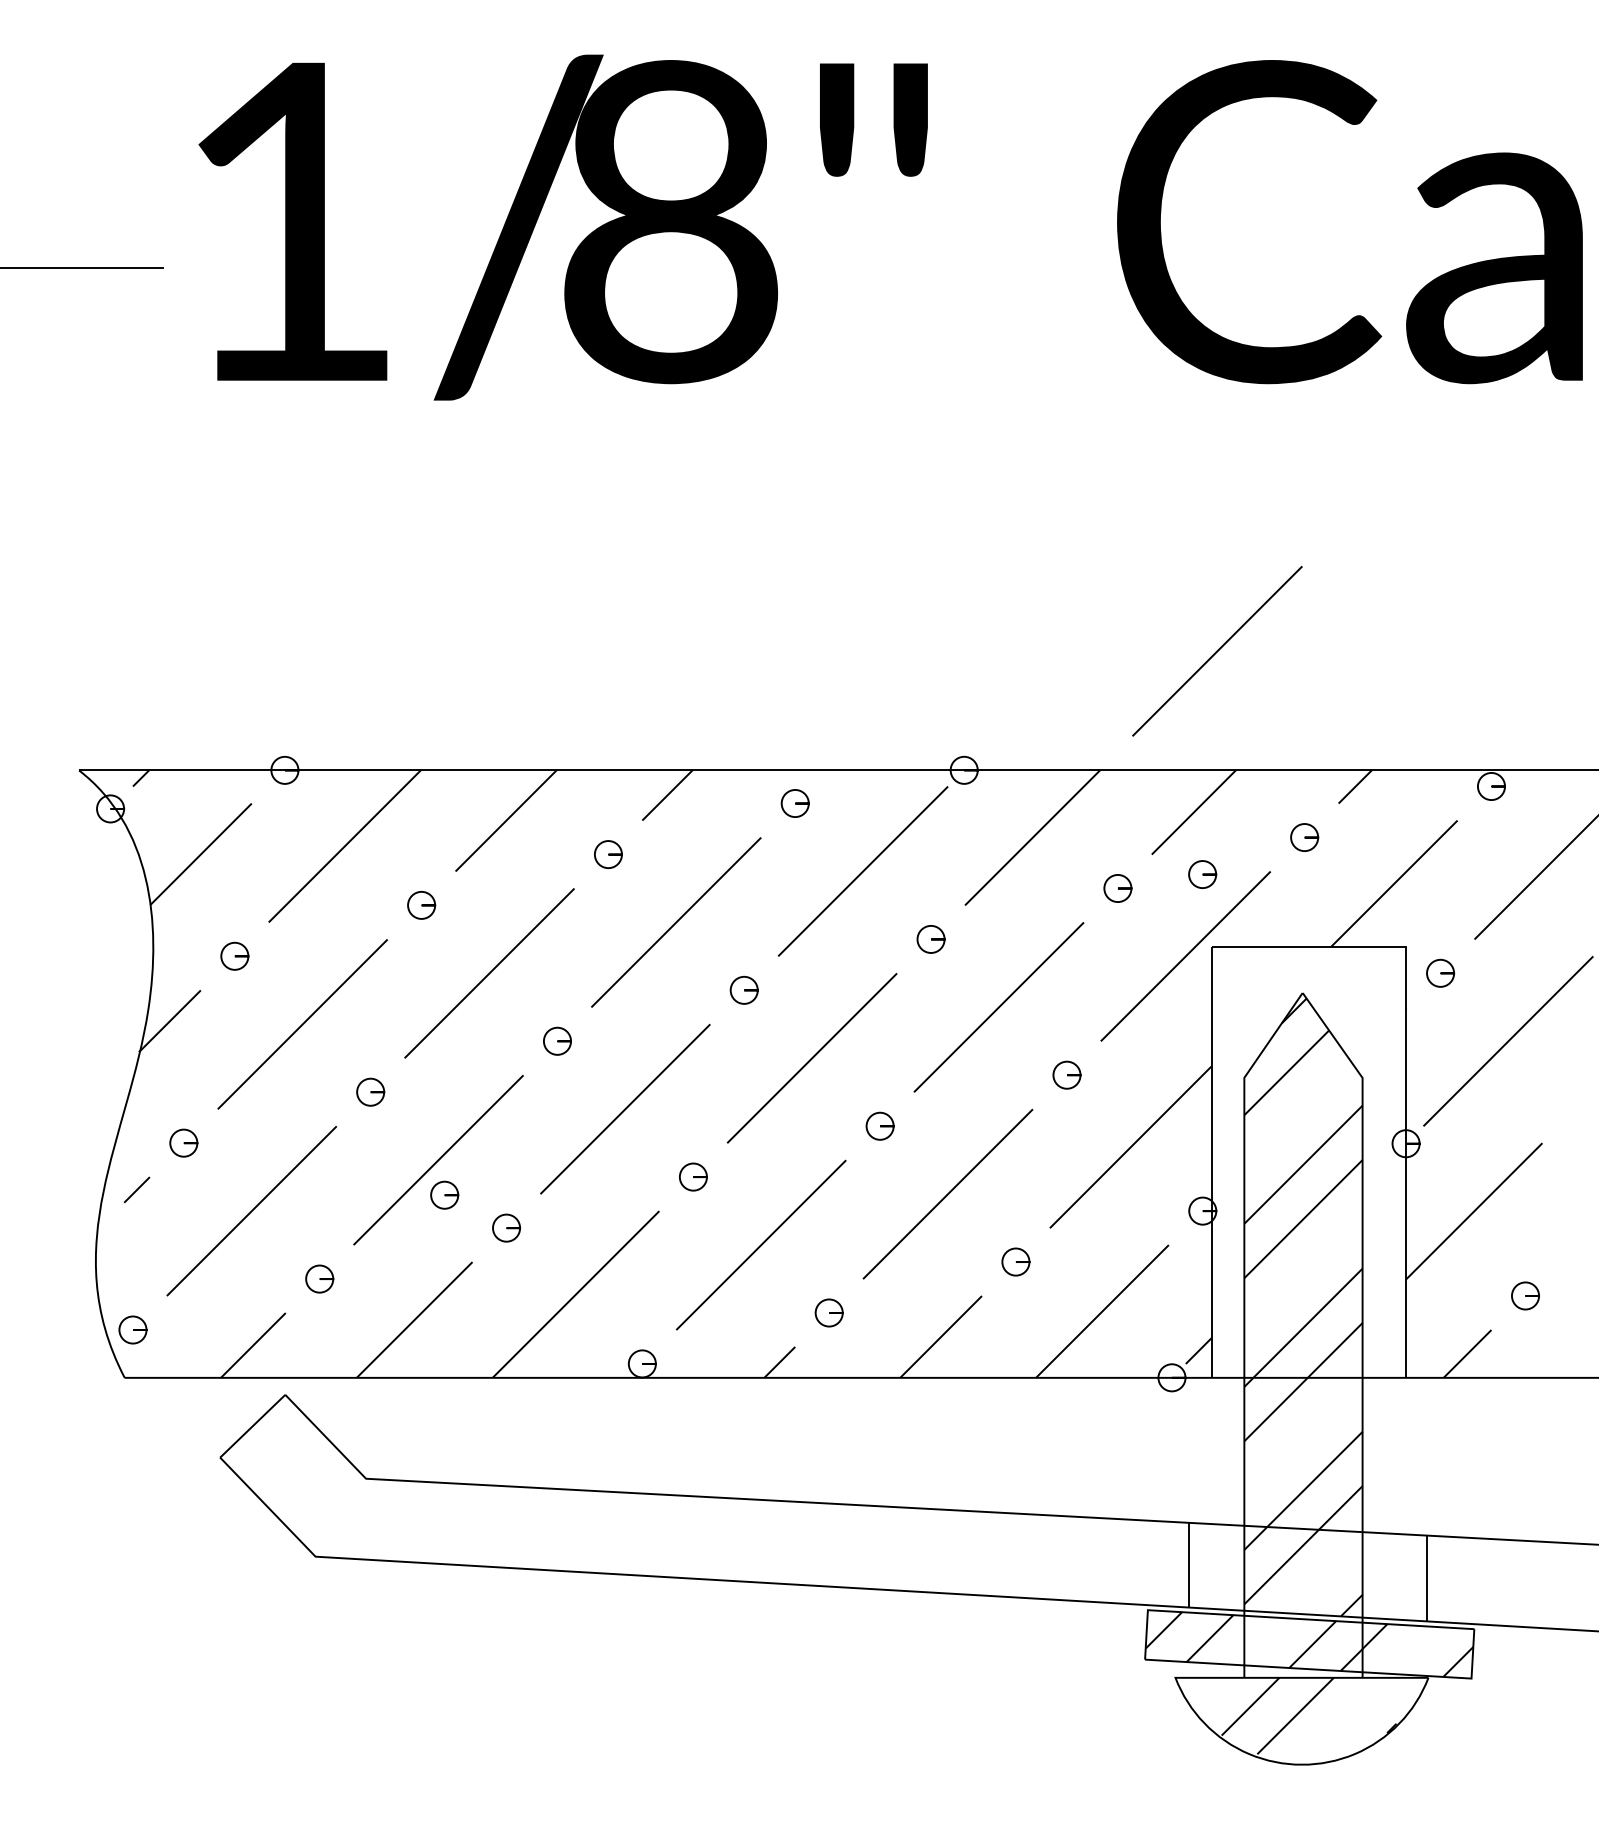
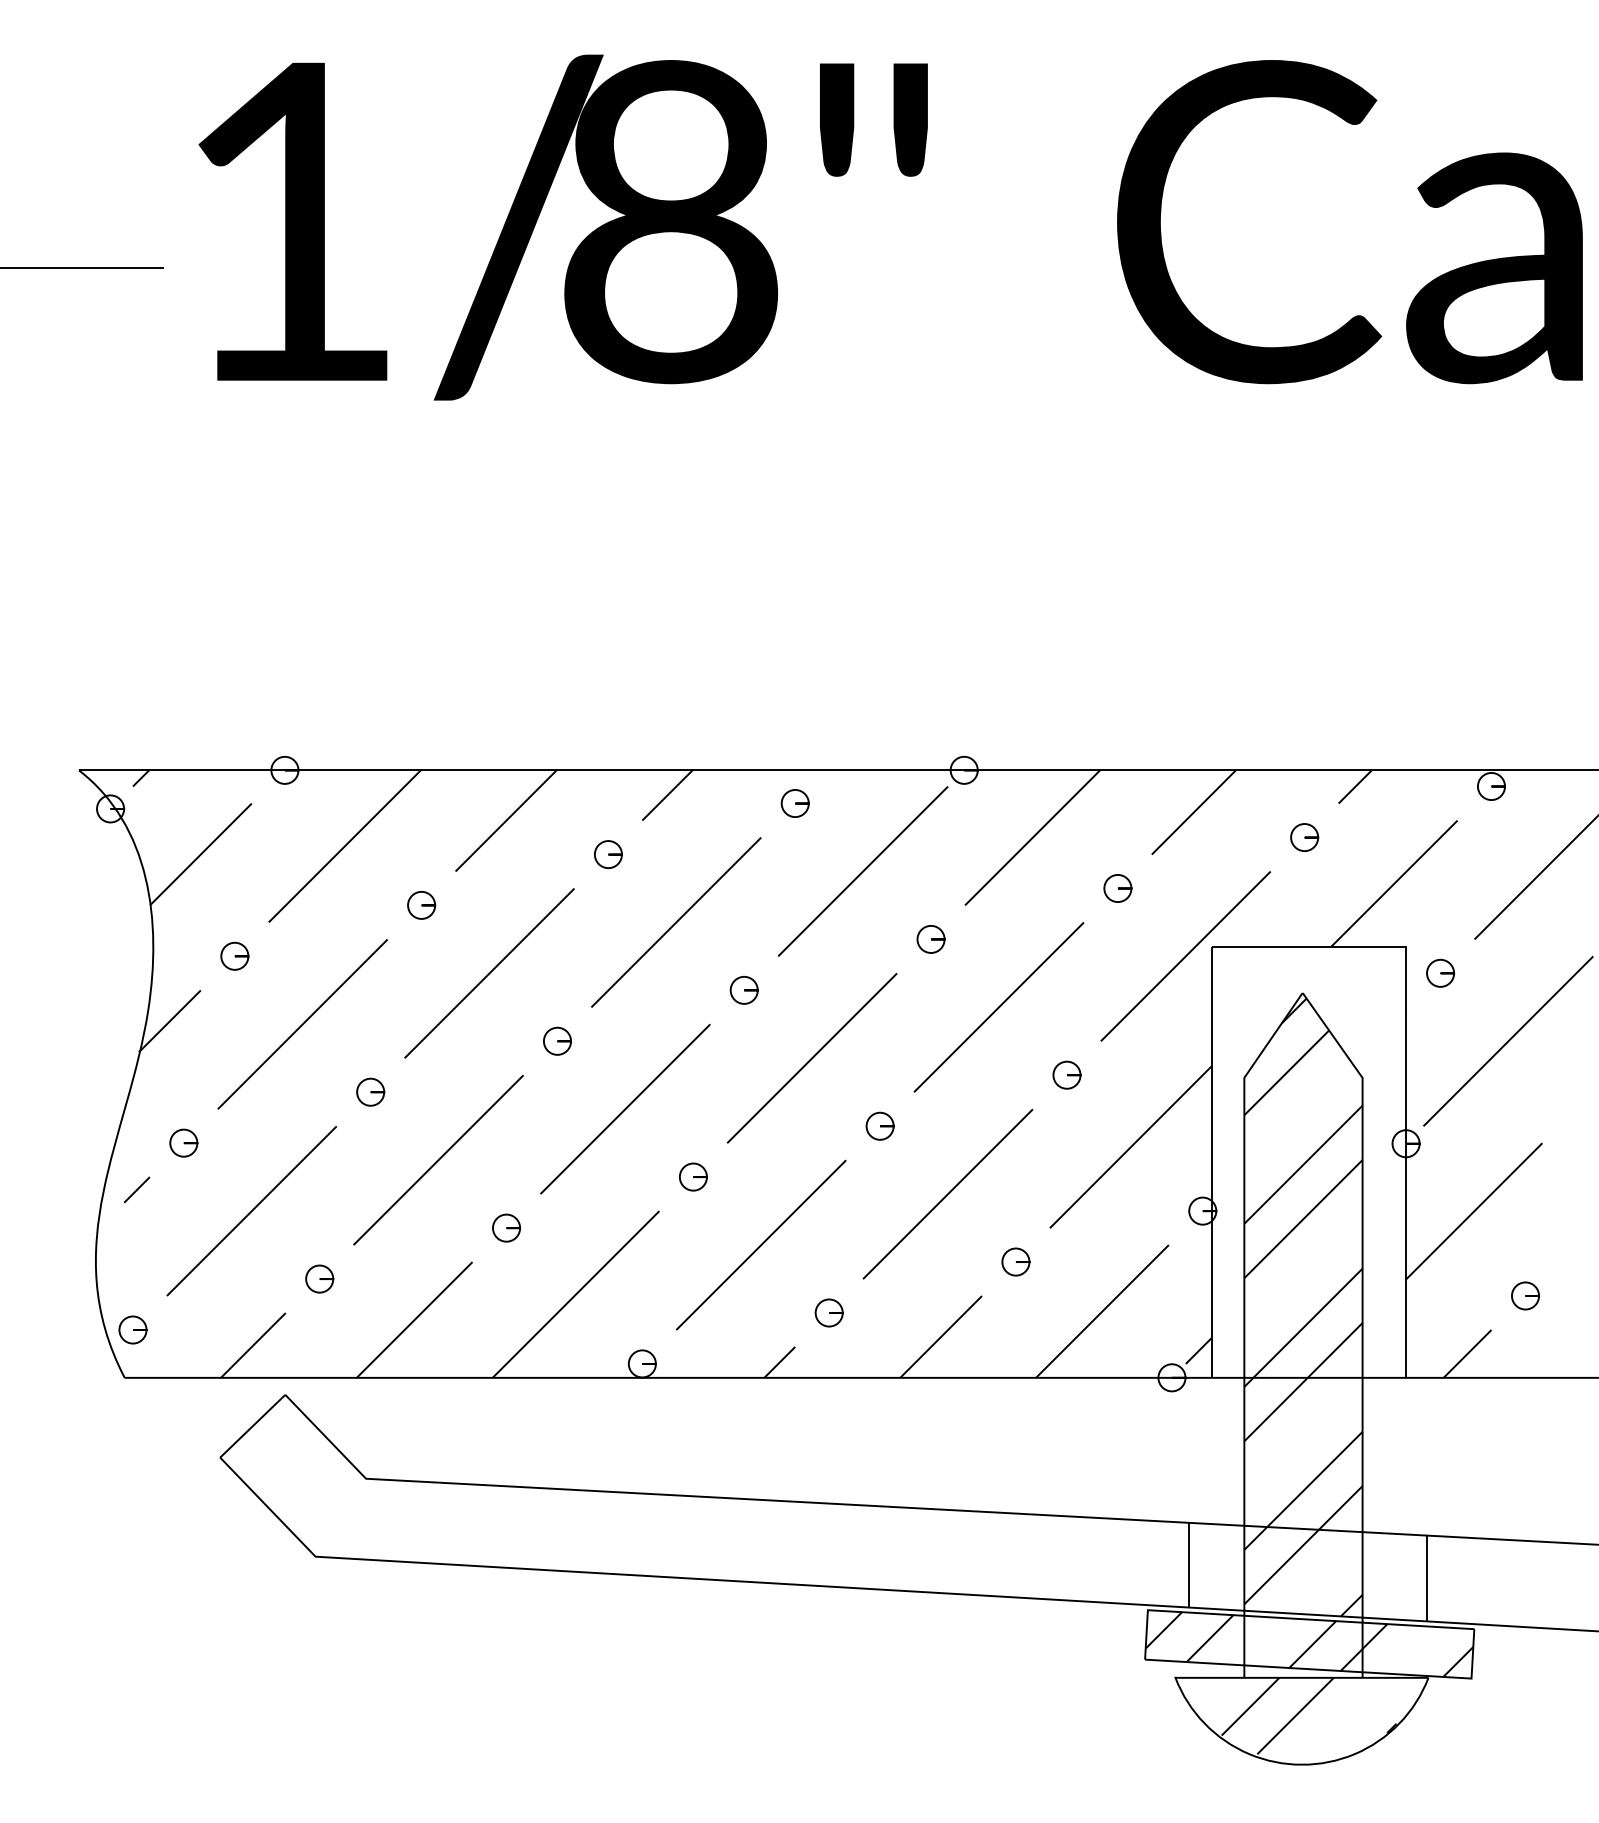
line at (1217, 651): present -> none
part at (1202, 874): present -> none
part at (444, 1194): present -> none
